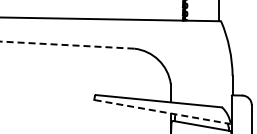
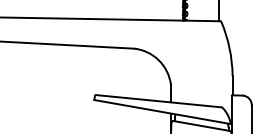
line at (66, 45): dashed -> solid
line at (162, 112): dashed -> solid
